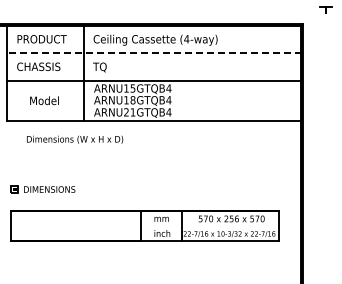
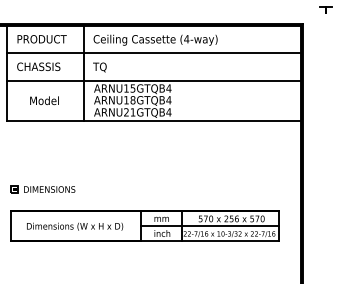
line at (153, 52): dashed -> solid
text at (75, 139) position: (75, 139) -> (75, 226)
line at (210, 226): none -> present
